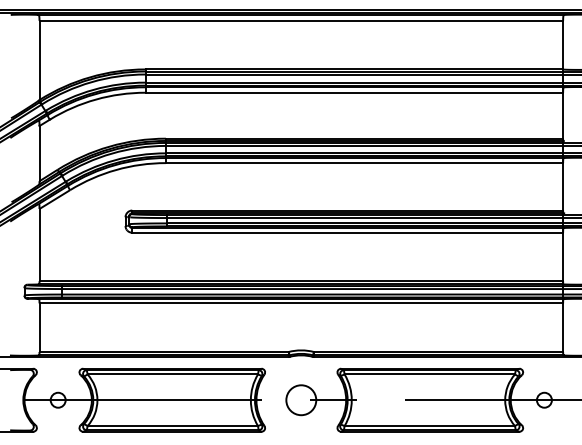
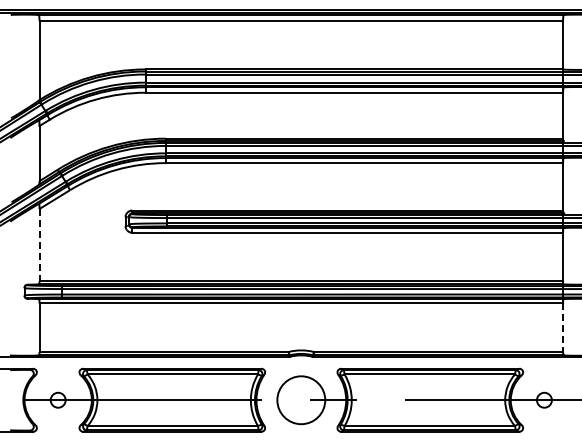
line at (39, 245): solid -> dashed
line at (563, 328): solid -> dashed
circle at (301, 400) diameter: 30 px -> 48 px
